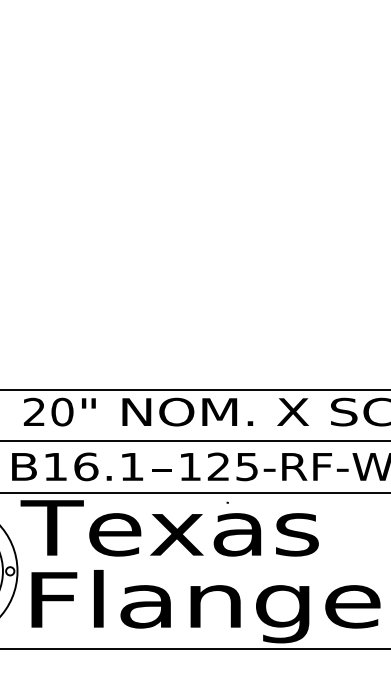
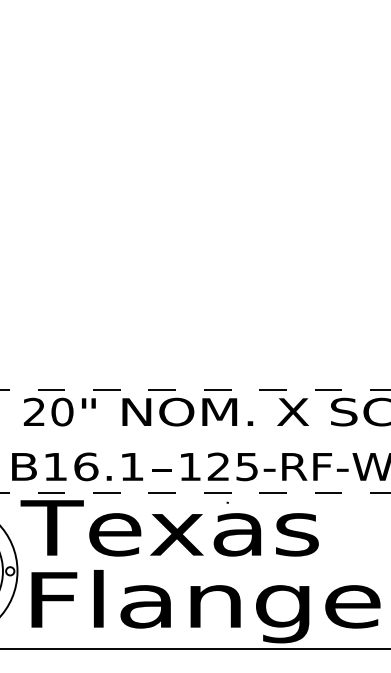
line at (195, 389): solid -> dashed
line at (194, 441): present -> none
line at (195, 493): solid -> dashed
